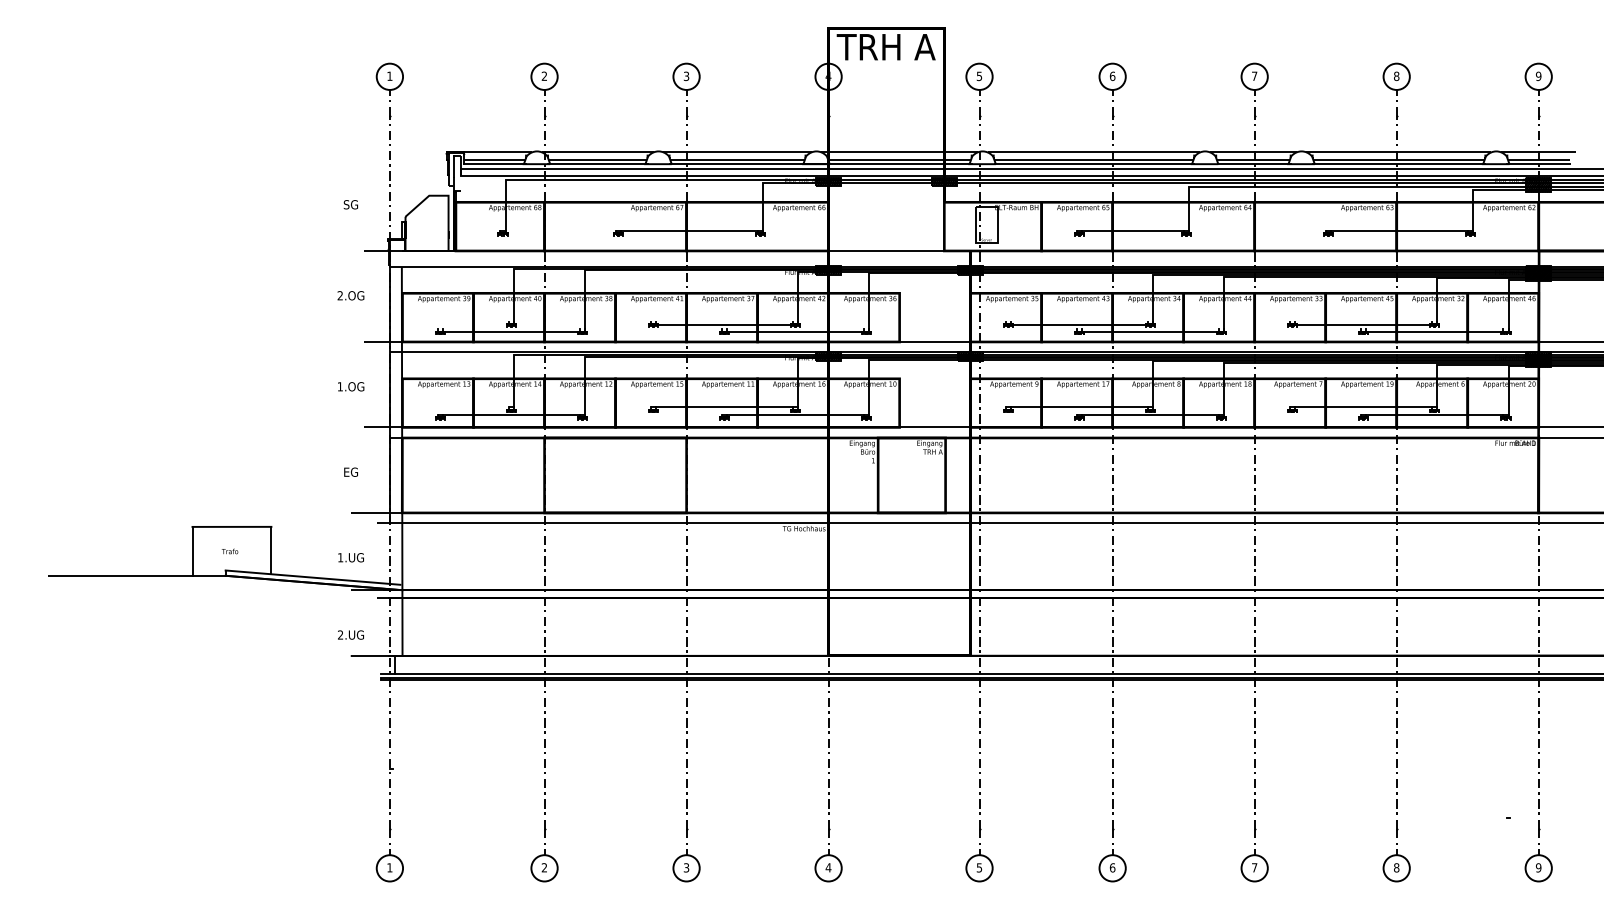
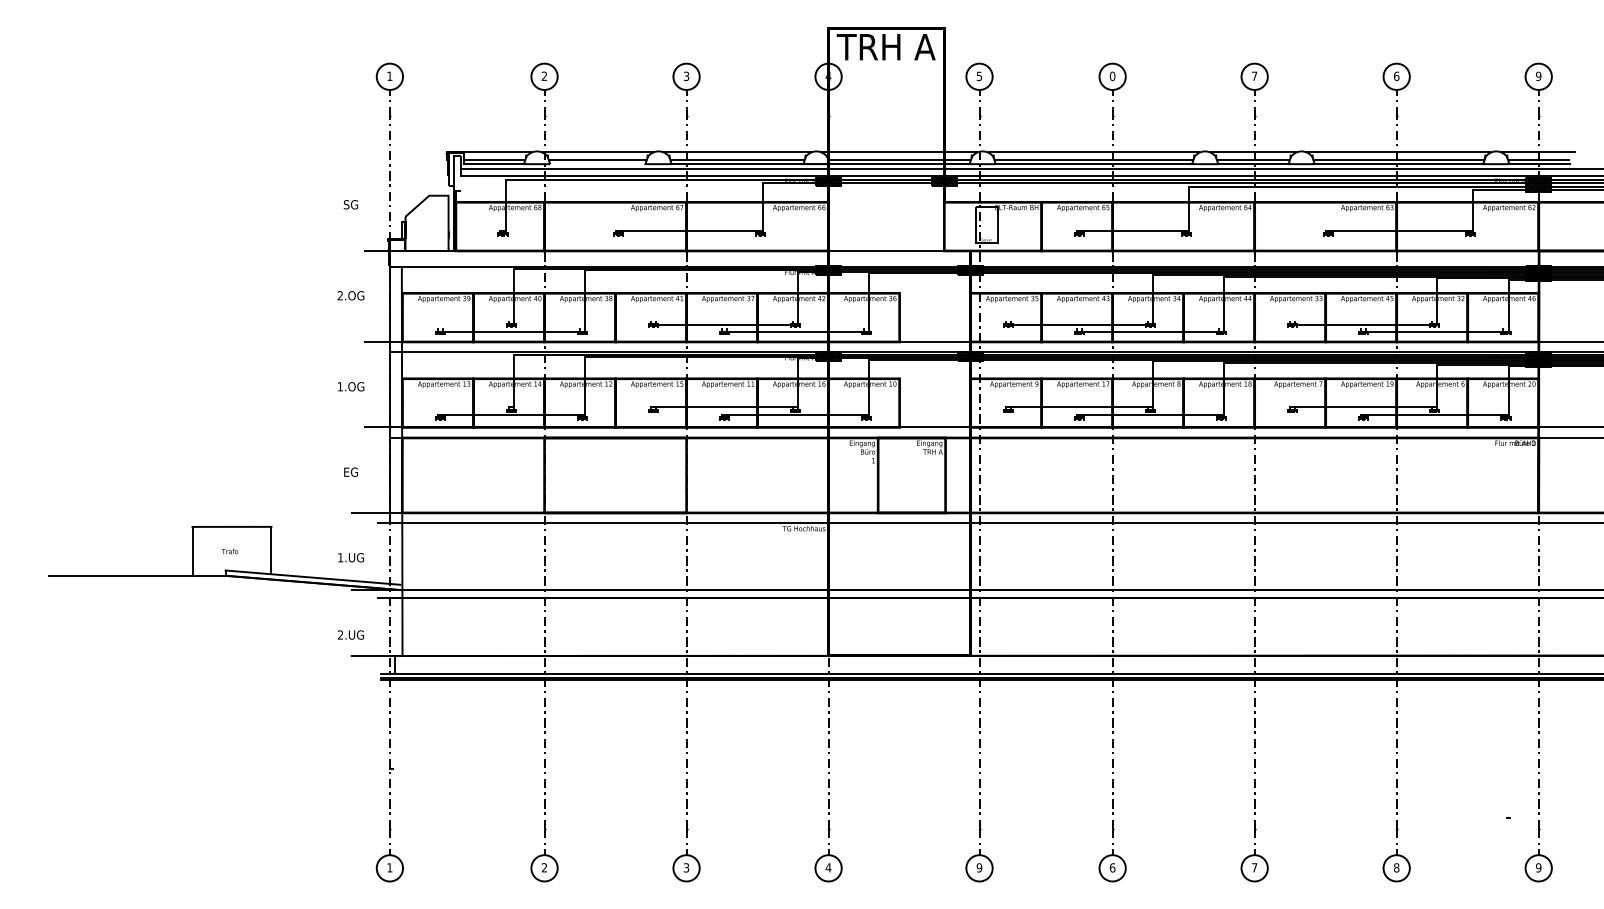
text at (1112, 75): 6 -> 0
text at (1396, 75): 8 -> 6
line at (597, 164): present -> none
text at (979, 867): 5 -> 9
